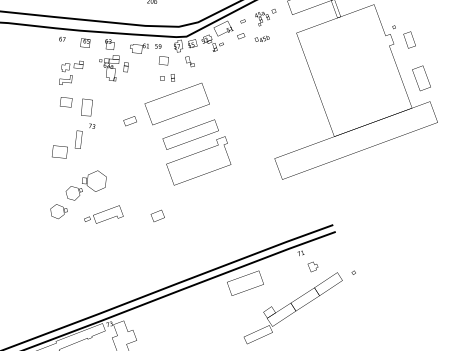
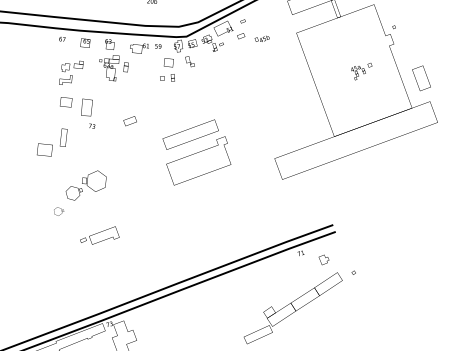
text at (265, 17) position: (265, 17) -> (361, 71)
part at (409, 39): present -> none
part at (163, 60) position: (163, 60) -> (168, 62)
part at (176, 103): present -> none
part at (67, 144) position: (67, 144) -> (52, 142)
part at (58, 211) size: 18x15 px -> 11x9 px
part at (103, 214) position: (103, 214) -> (99, 235)
part at (157, 215): present -> none
part at (312, 266) position: (312, 266) -> (323, 259)
part at (245, 282): present -> none
